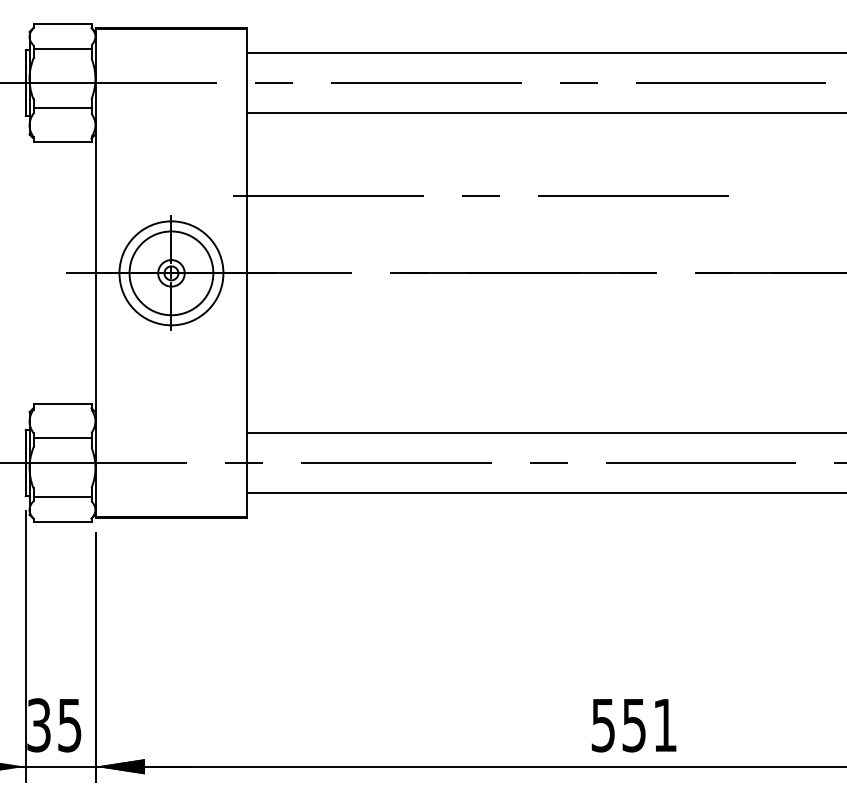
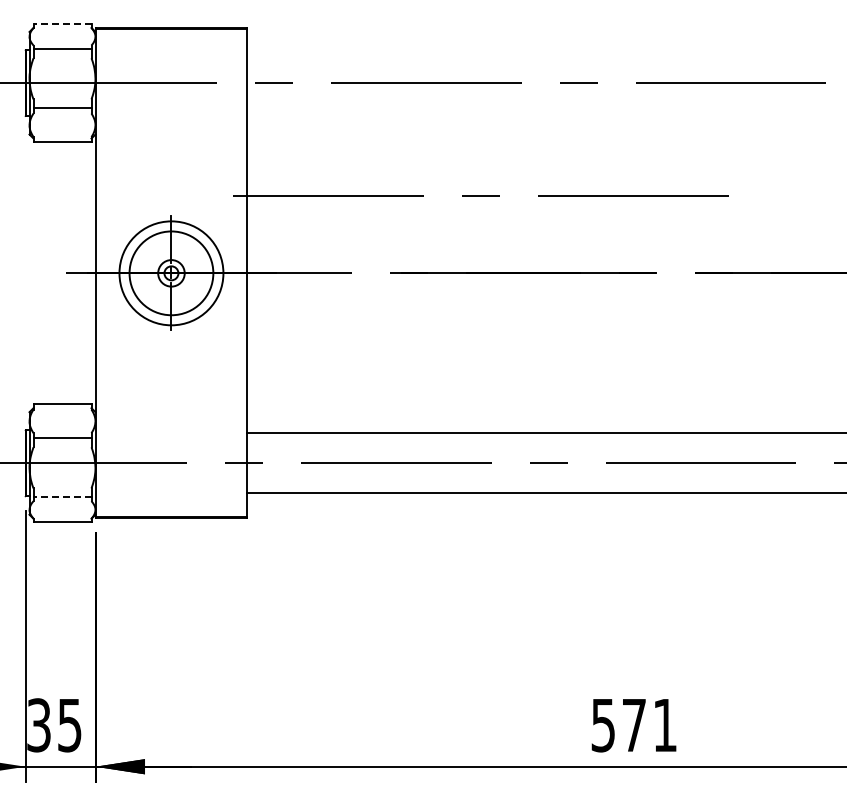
line at (62, 24): solid -> dashed
line at (545, 53): present -> none
line at (545, 113): present -> none
line at (62, 497): solid -> dashed
text at (633, 725): 551 -> 571
